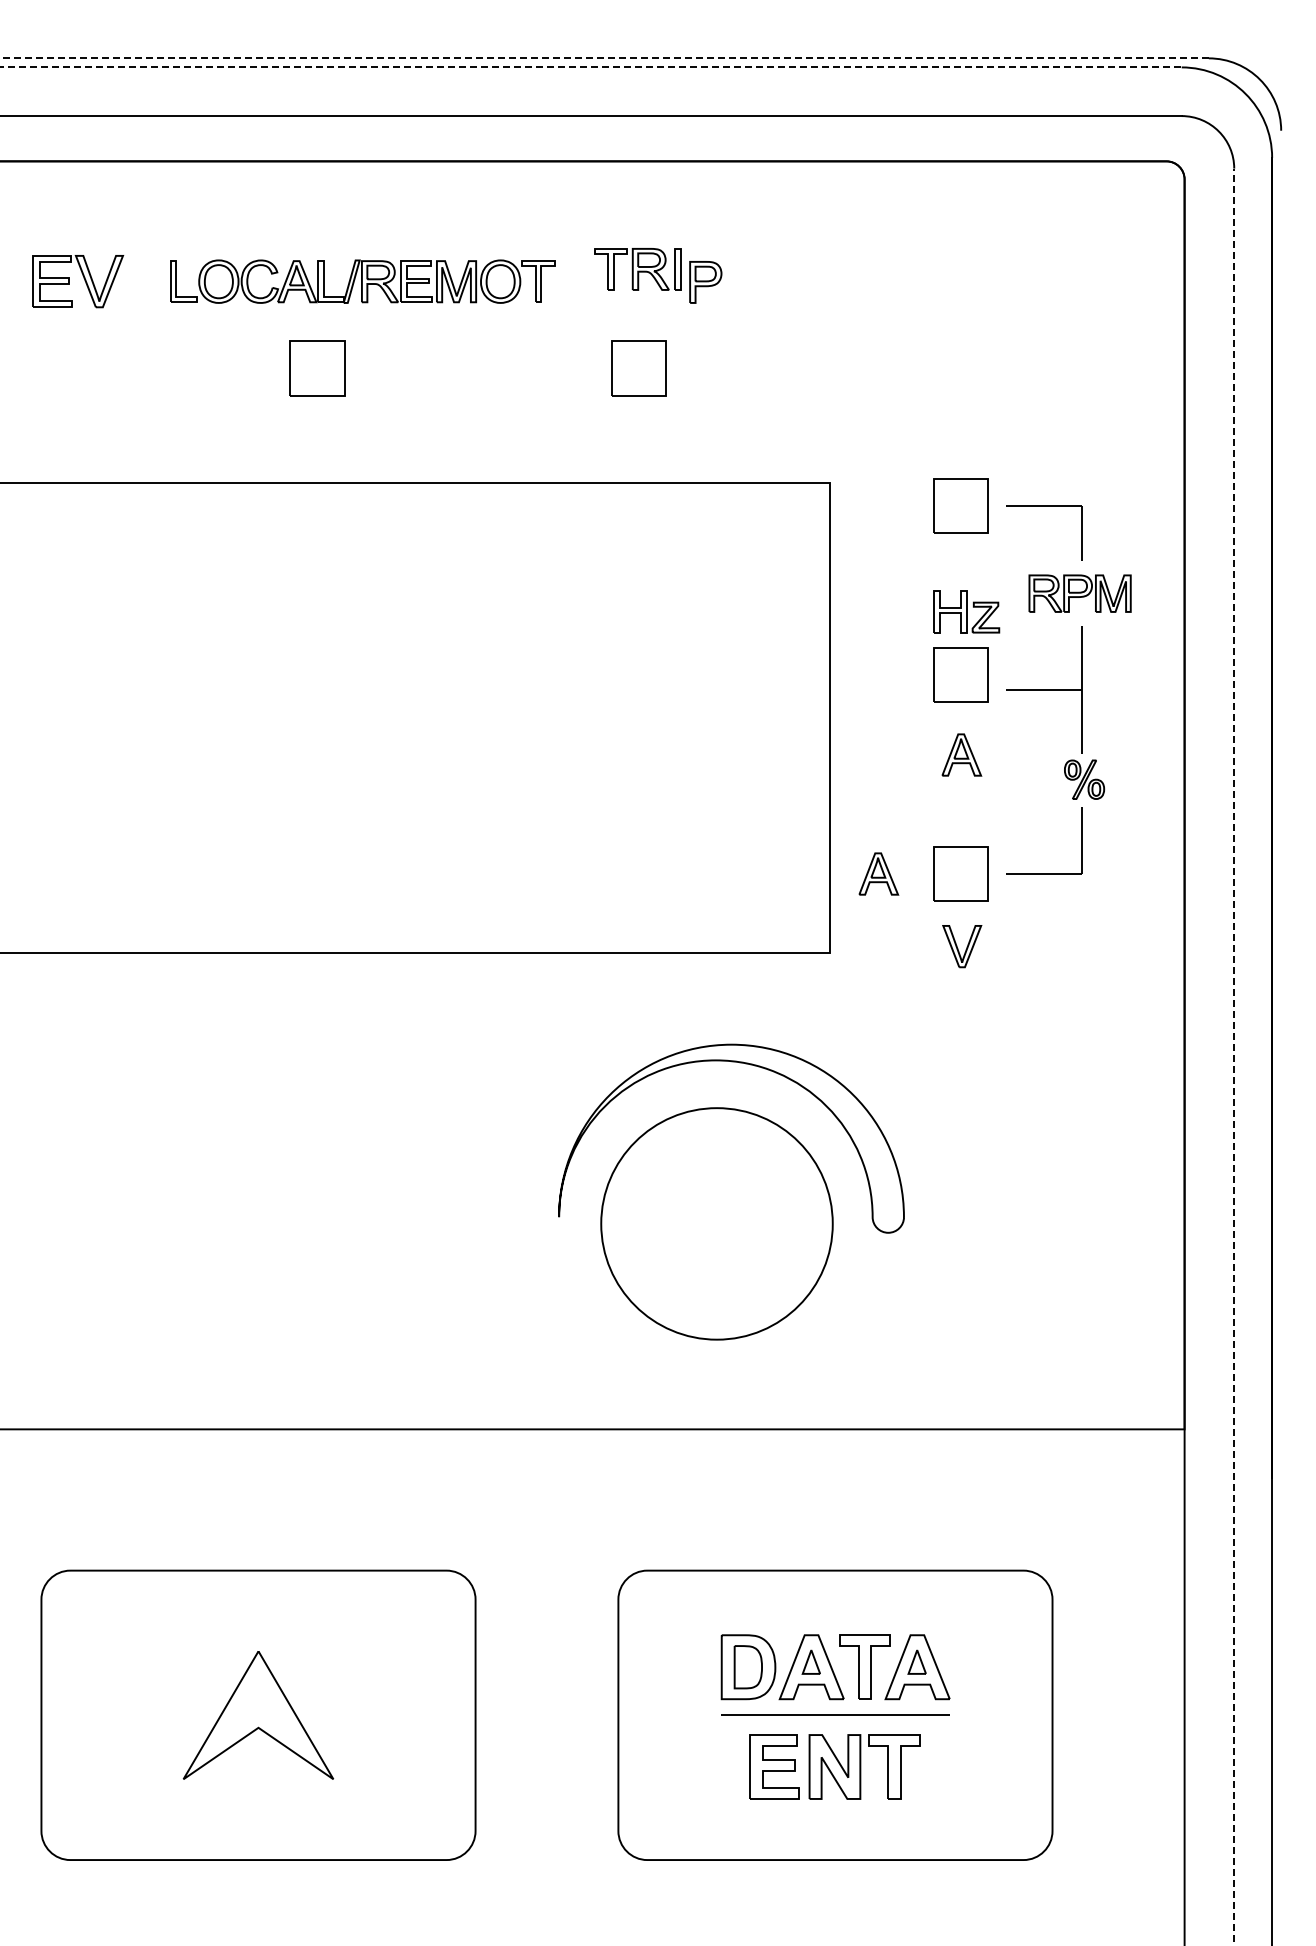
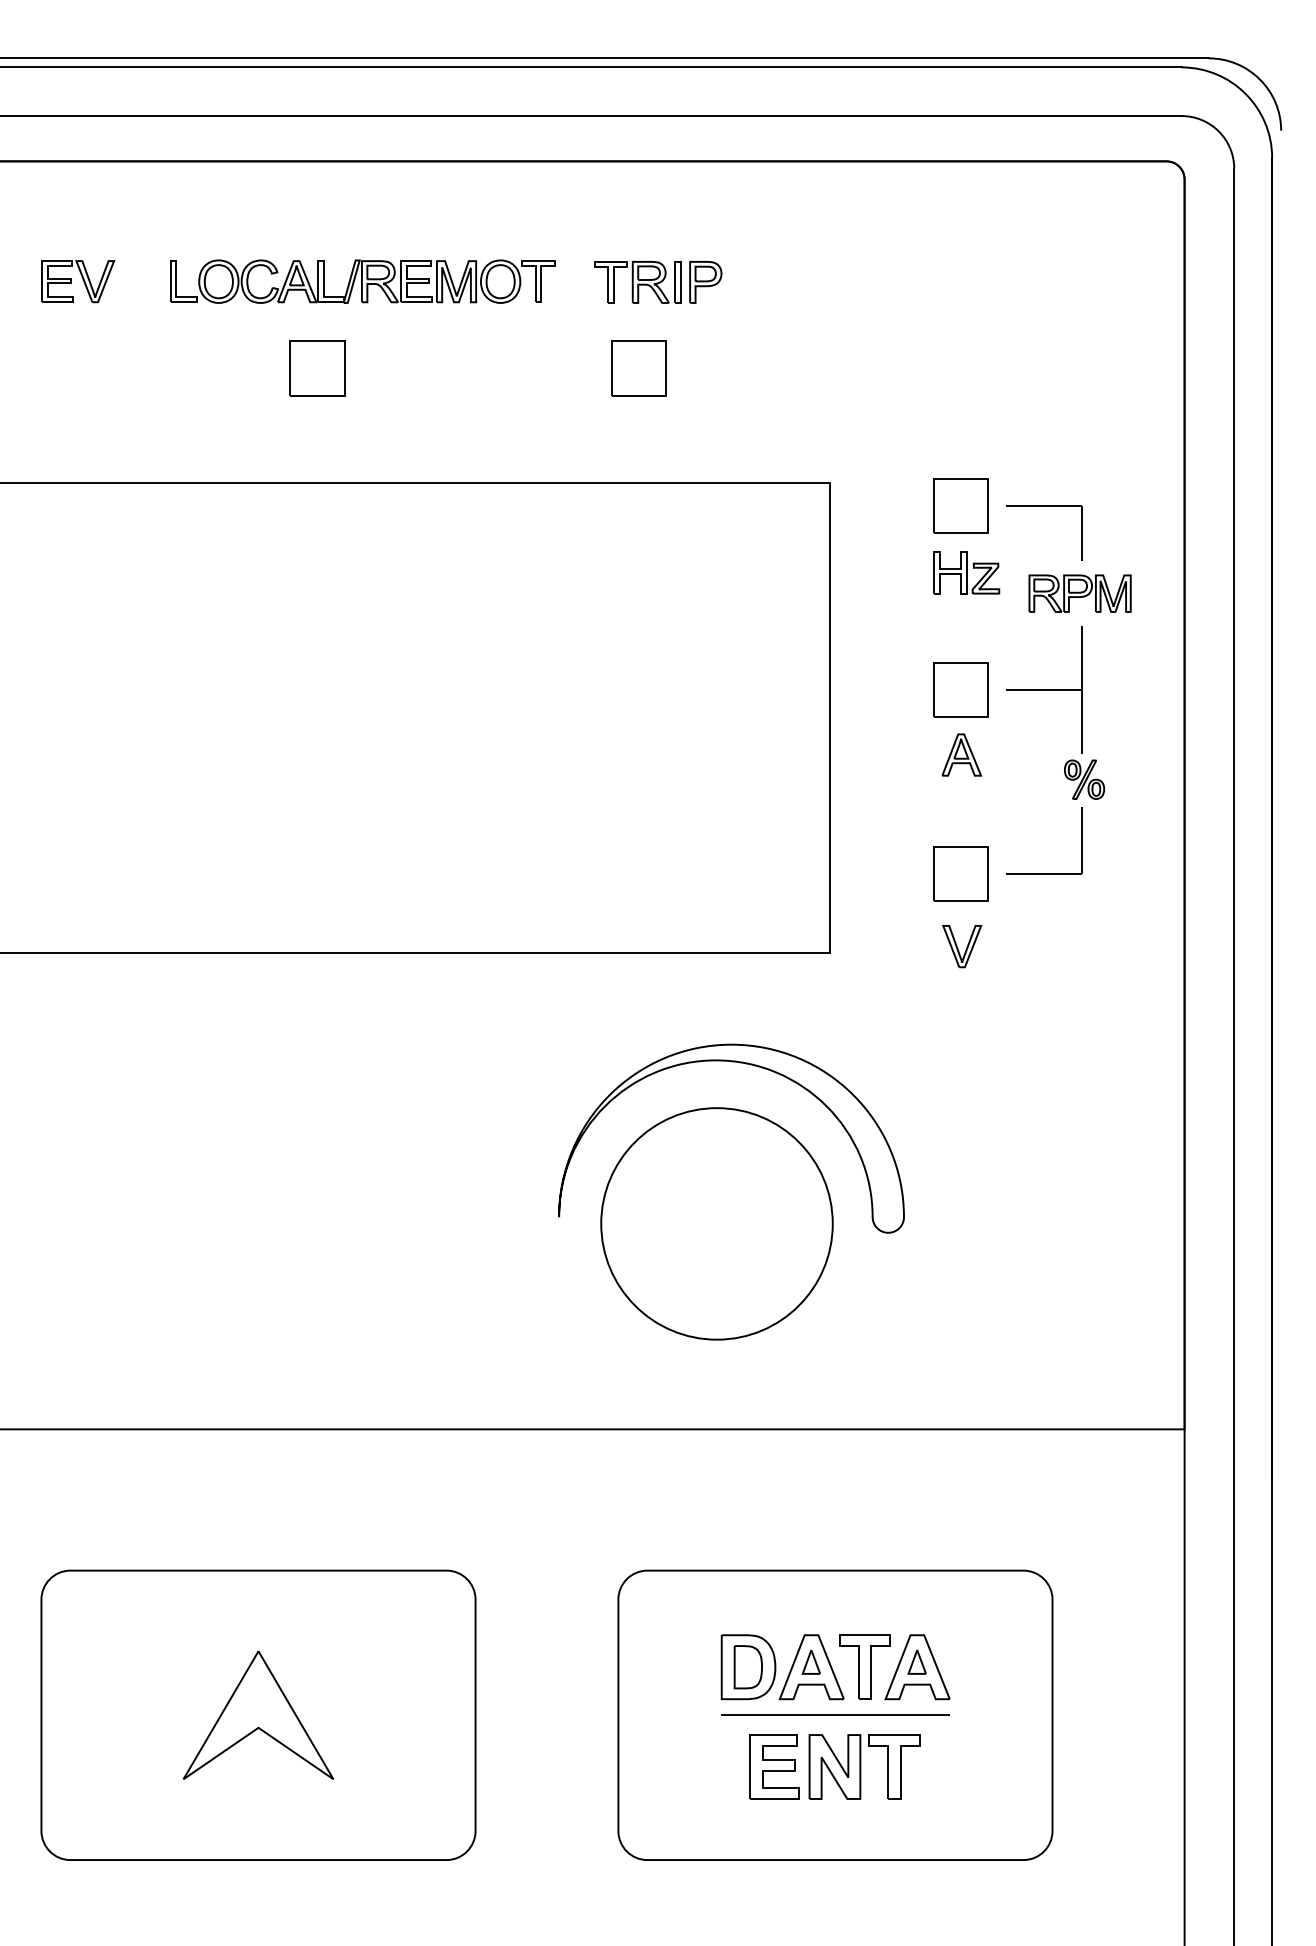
line at (604, 58): dashed -> solid
line at (591, 67): dashed -> solid
part at (637, 269) position: (637, 269) -> (637, 282)
part at (78, 281) size: 93x54 px -> 75x44 px
part at (966, 611) position: (966, 611) -> (966, 572)
part at (960, 674) position: (960, 674) -> (960, 689)
part at (878, 873): present -> none
line at (1234, 1056): dashed -> solid
